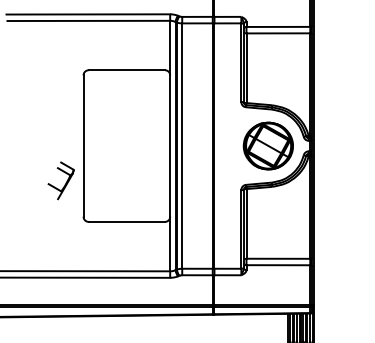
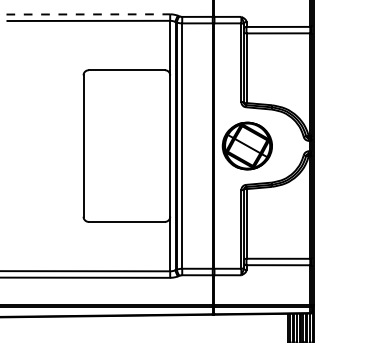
line at (88, 14): solid -> dashed
part at (267, 145) position: (267, 145) -> (246, 145)
part at (60, 180): present -> none
